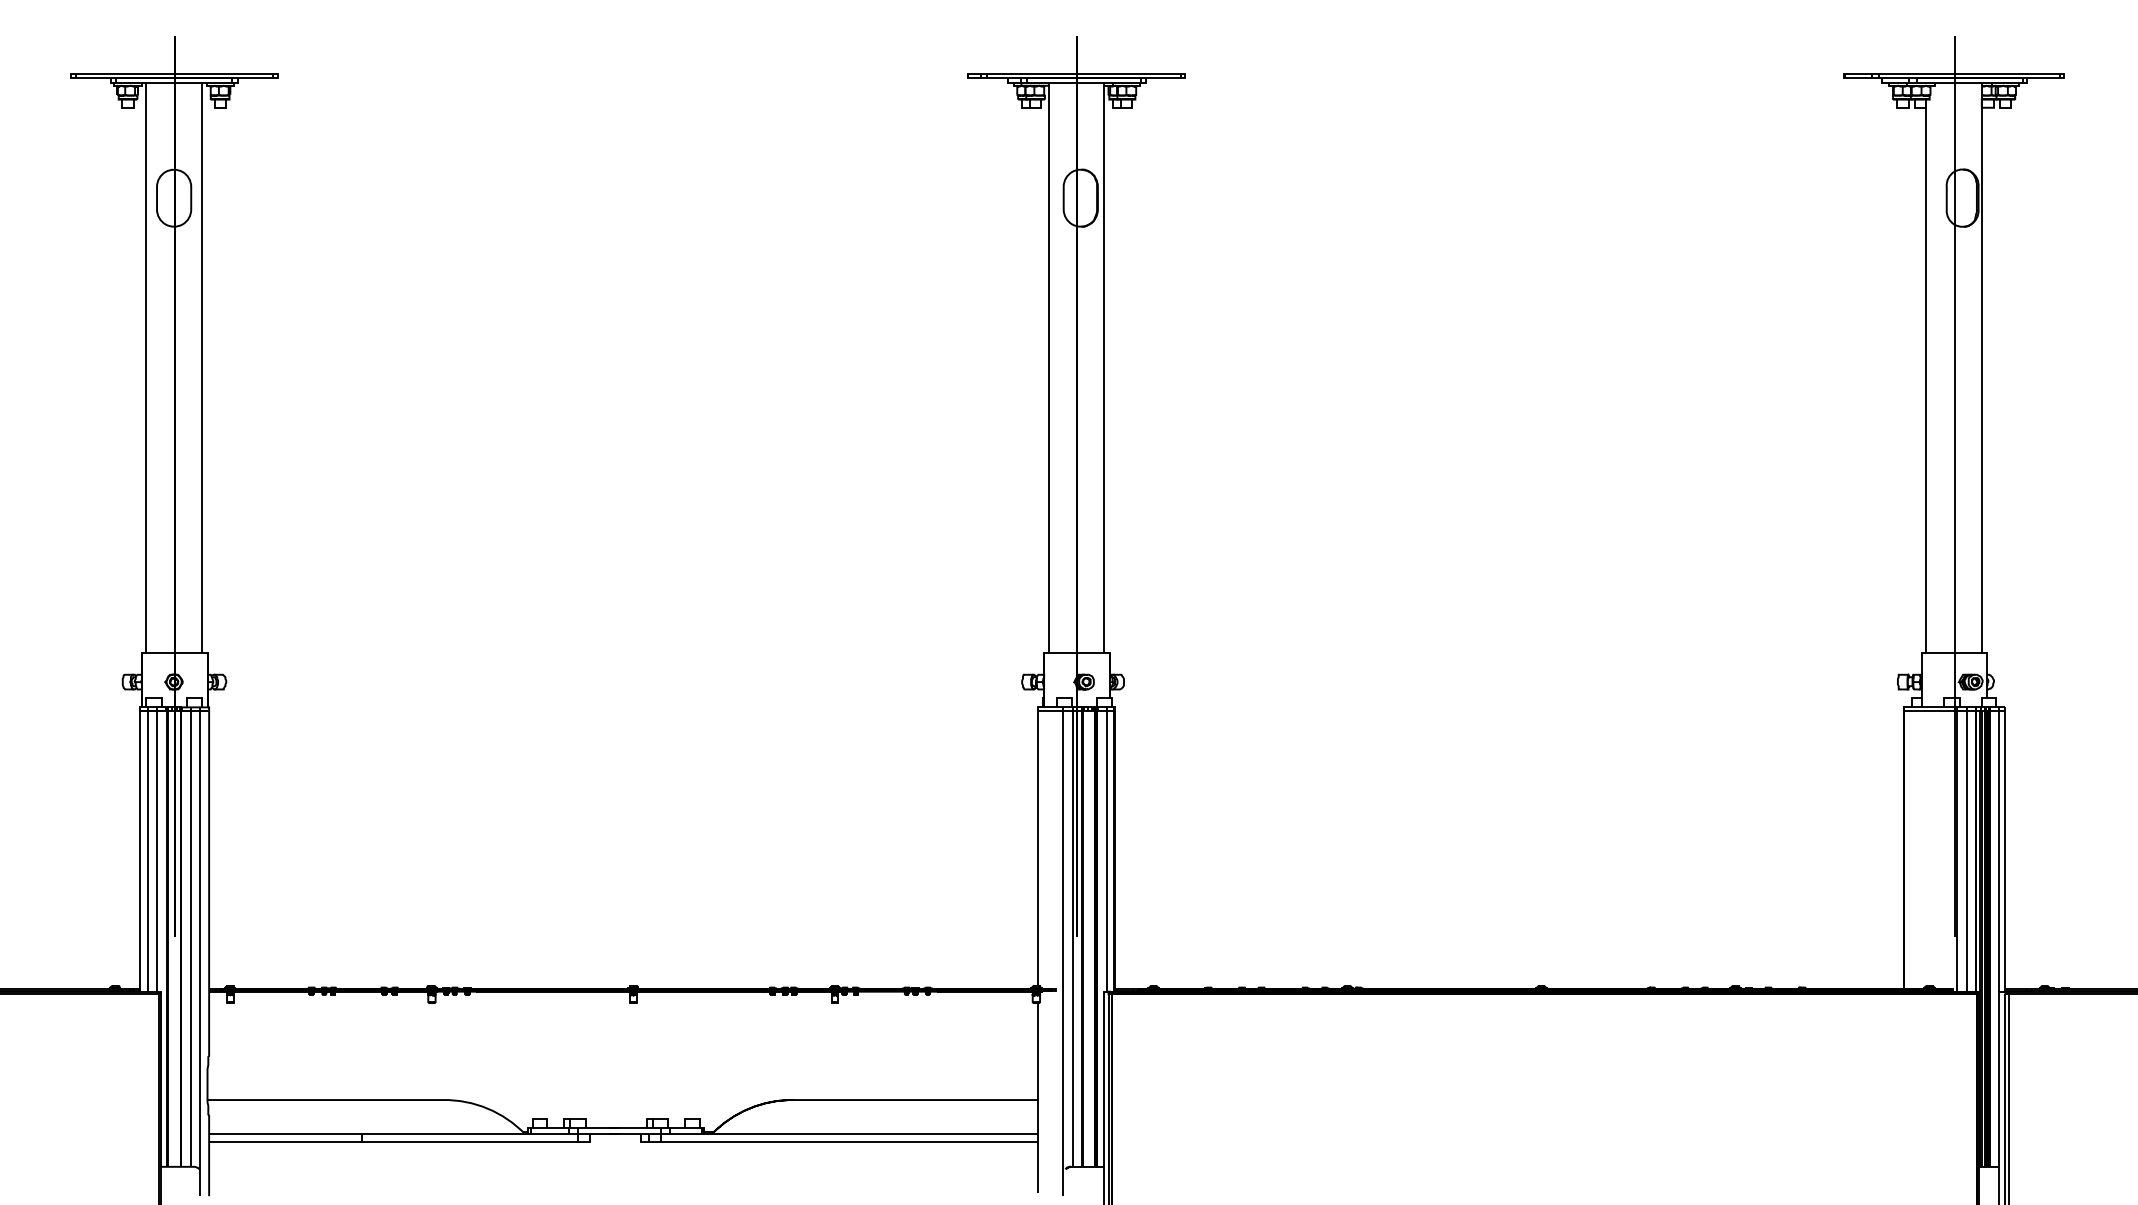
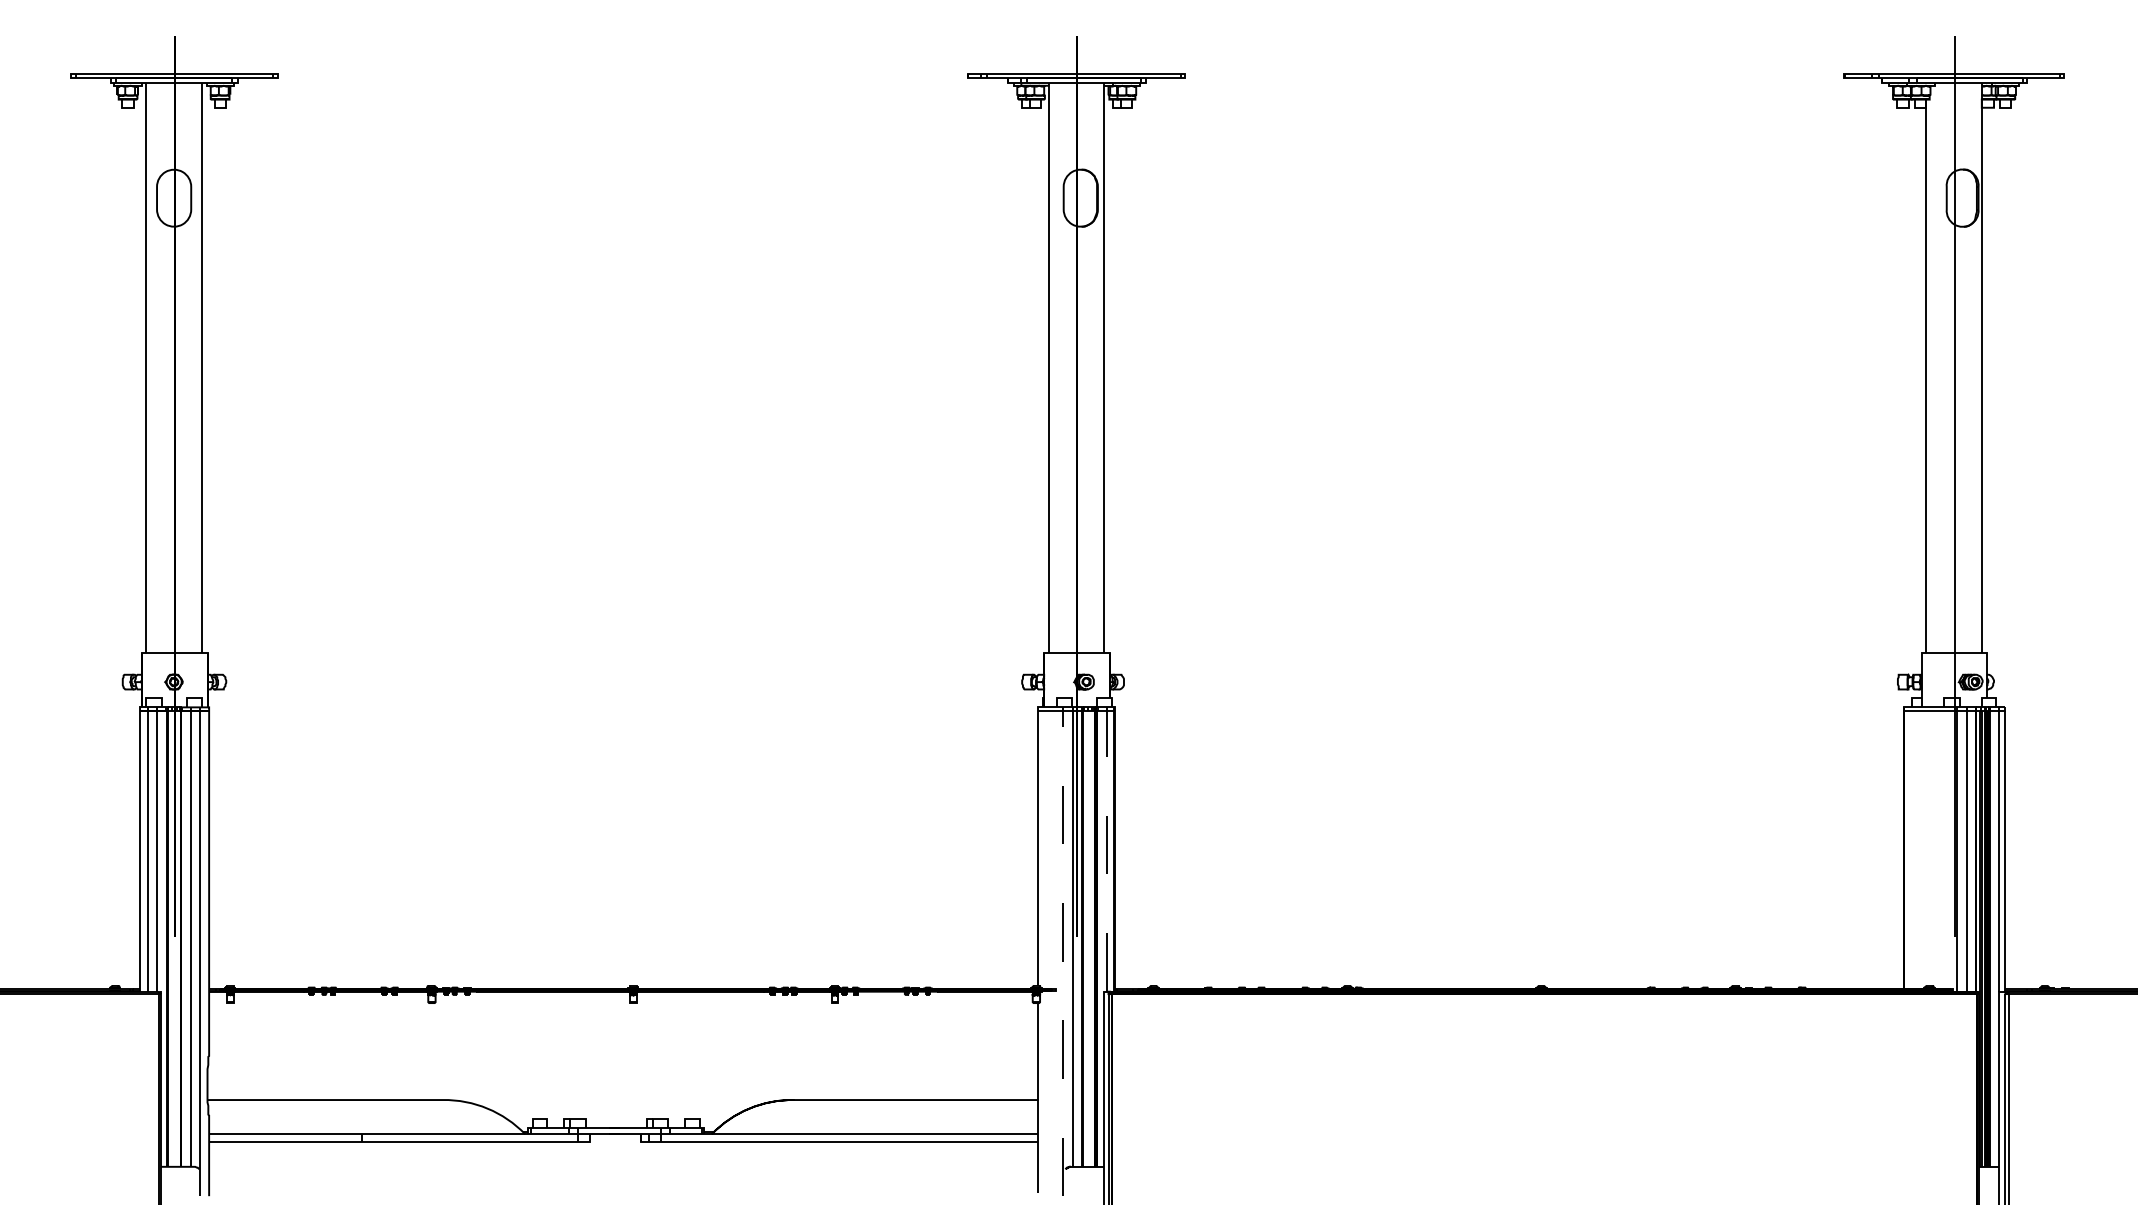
line at (1106, 848): solid -> dashed
line at (1062, 950): solid -> dashed
